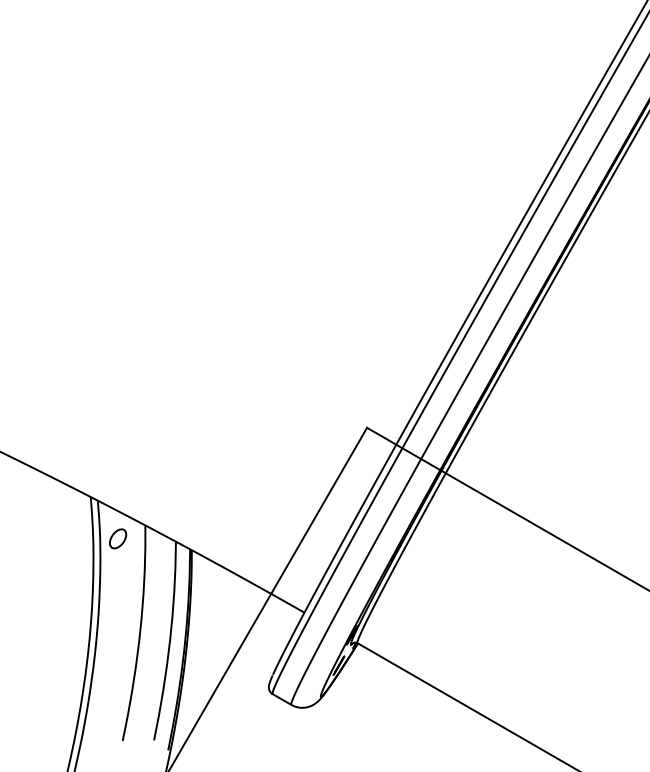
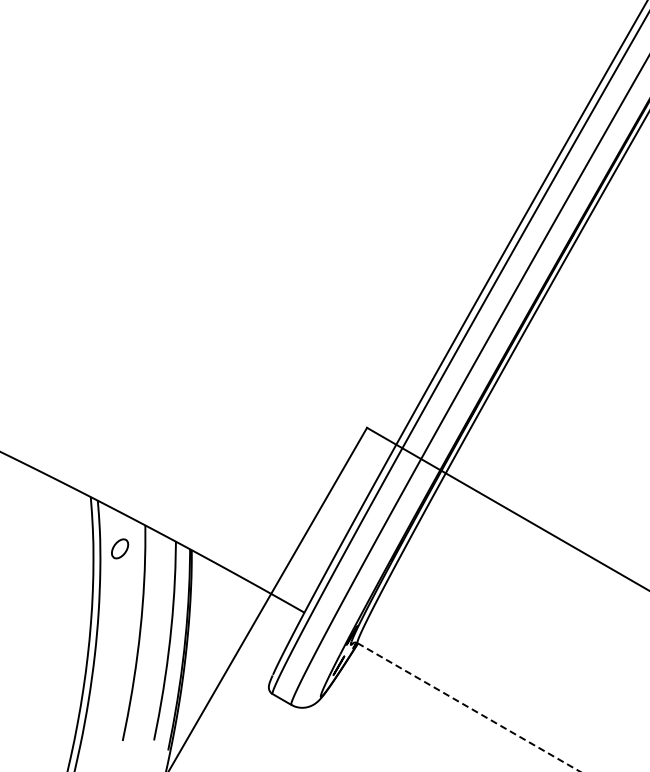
part at (118, 538) position: (118, 538) -> (120, 548)
line at (469, 707): solid -> dashed
